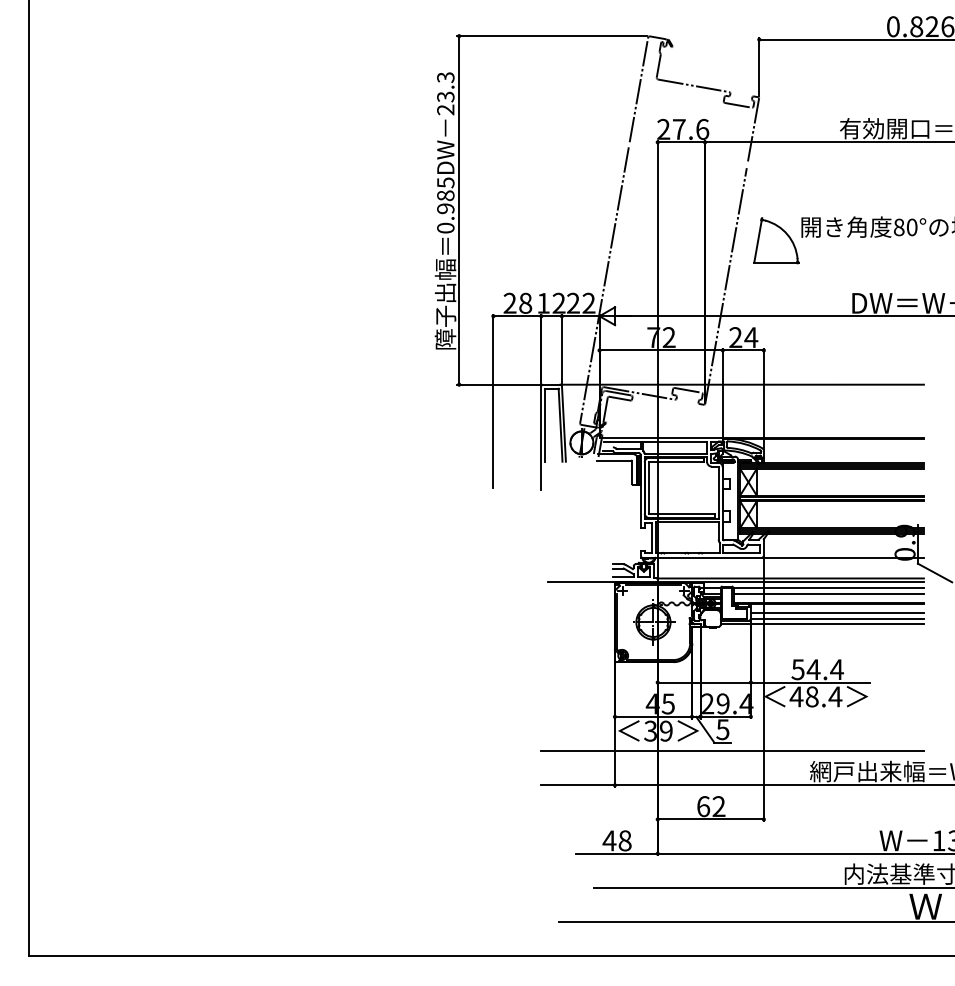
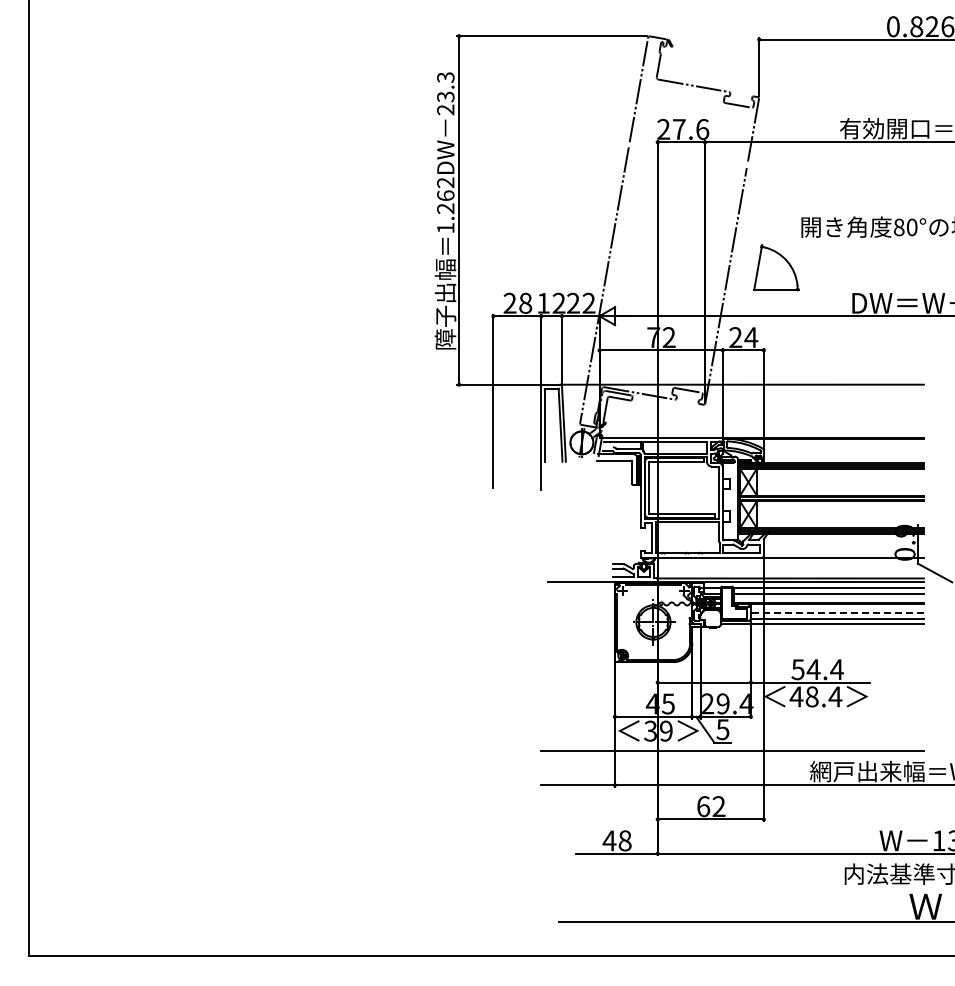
text at (445, 205): 0.985DW -> 1.262DW
part at (776, 240) position: (776, 240) -> (776, 267)
line at (837, 613): solid -> dashed
line at (772, 887): present -> none
